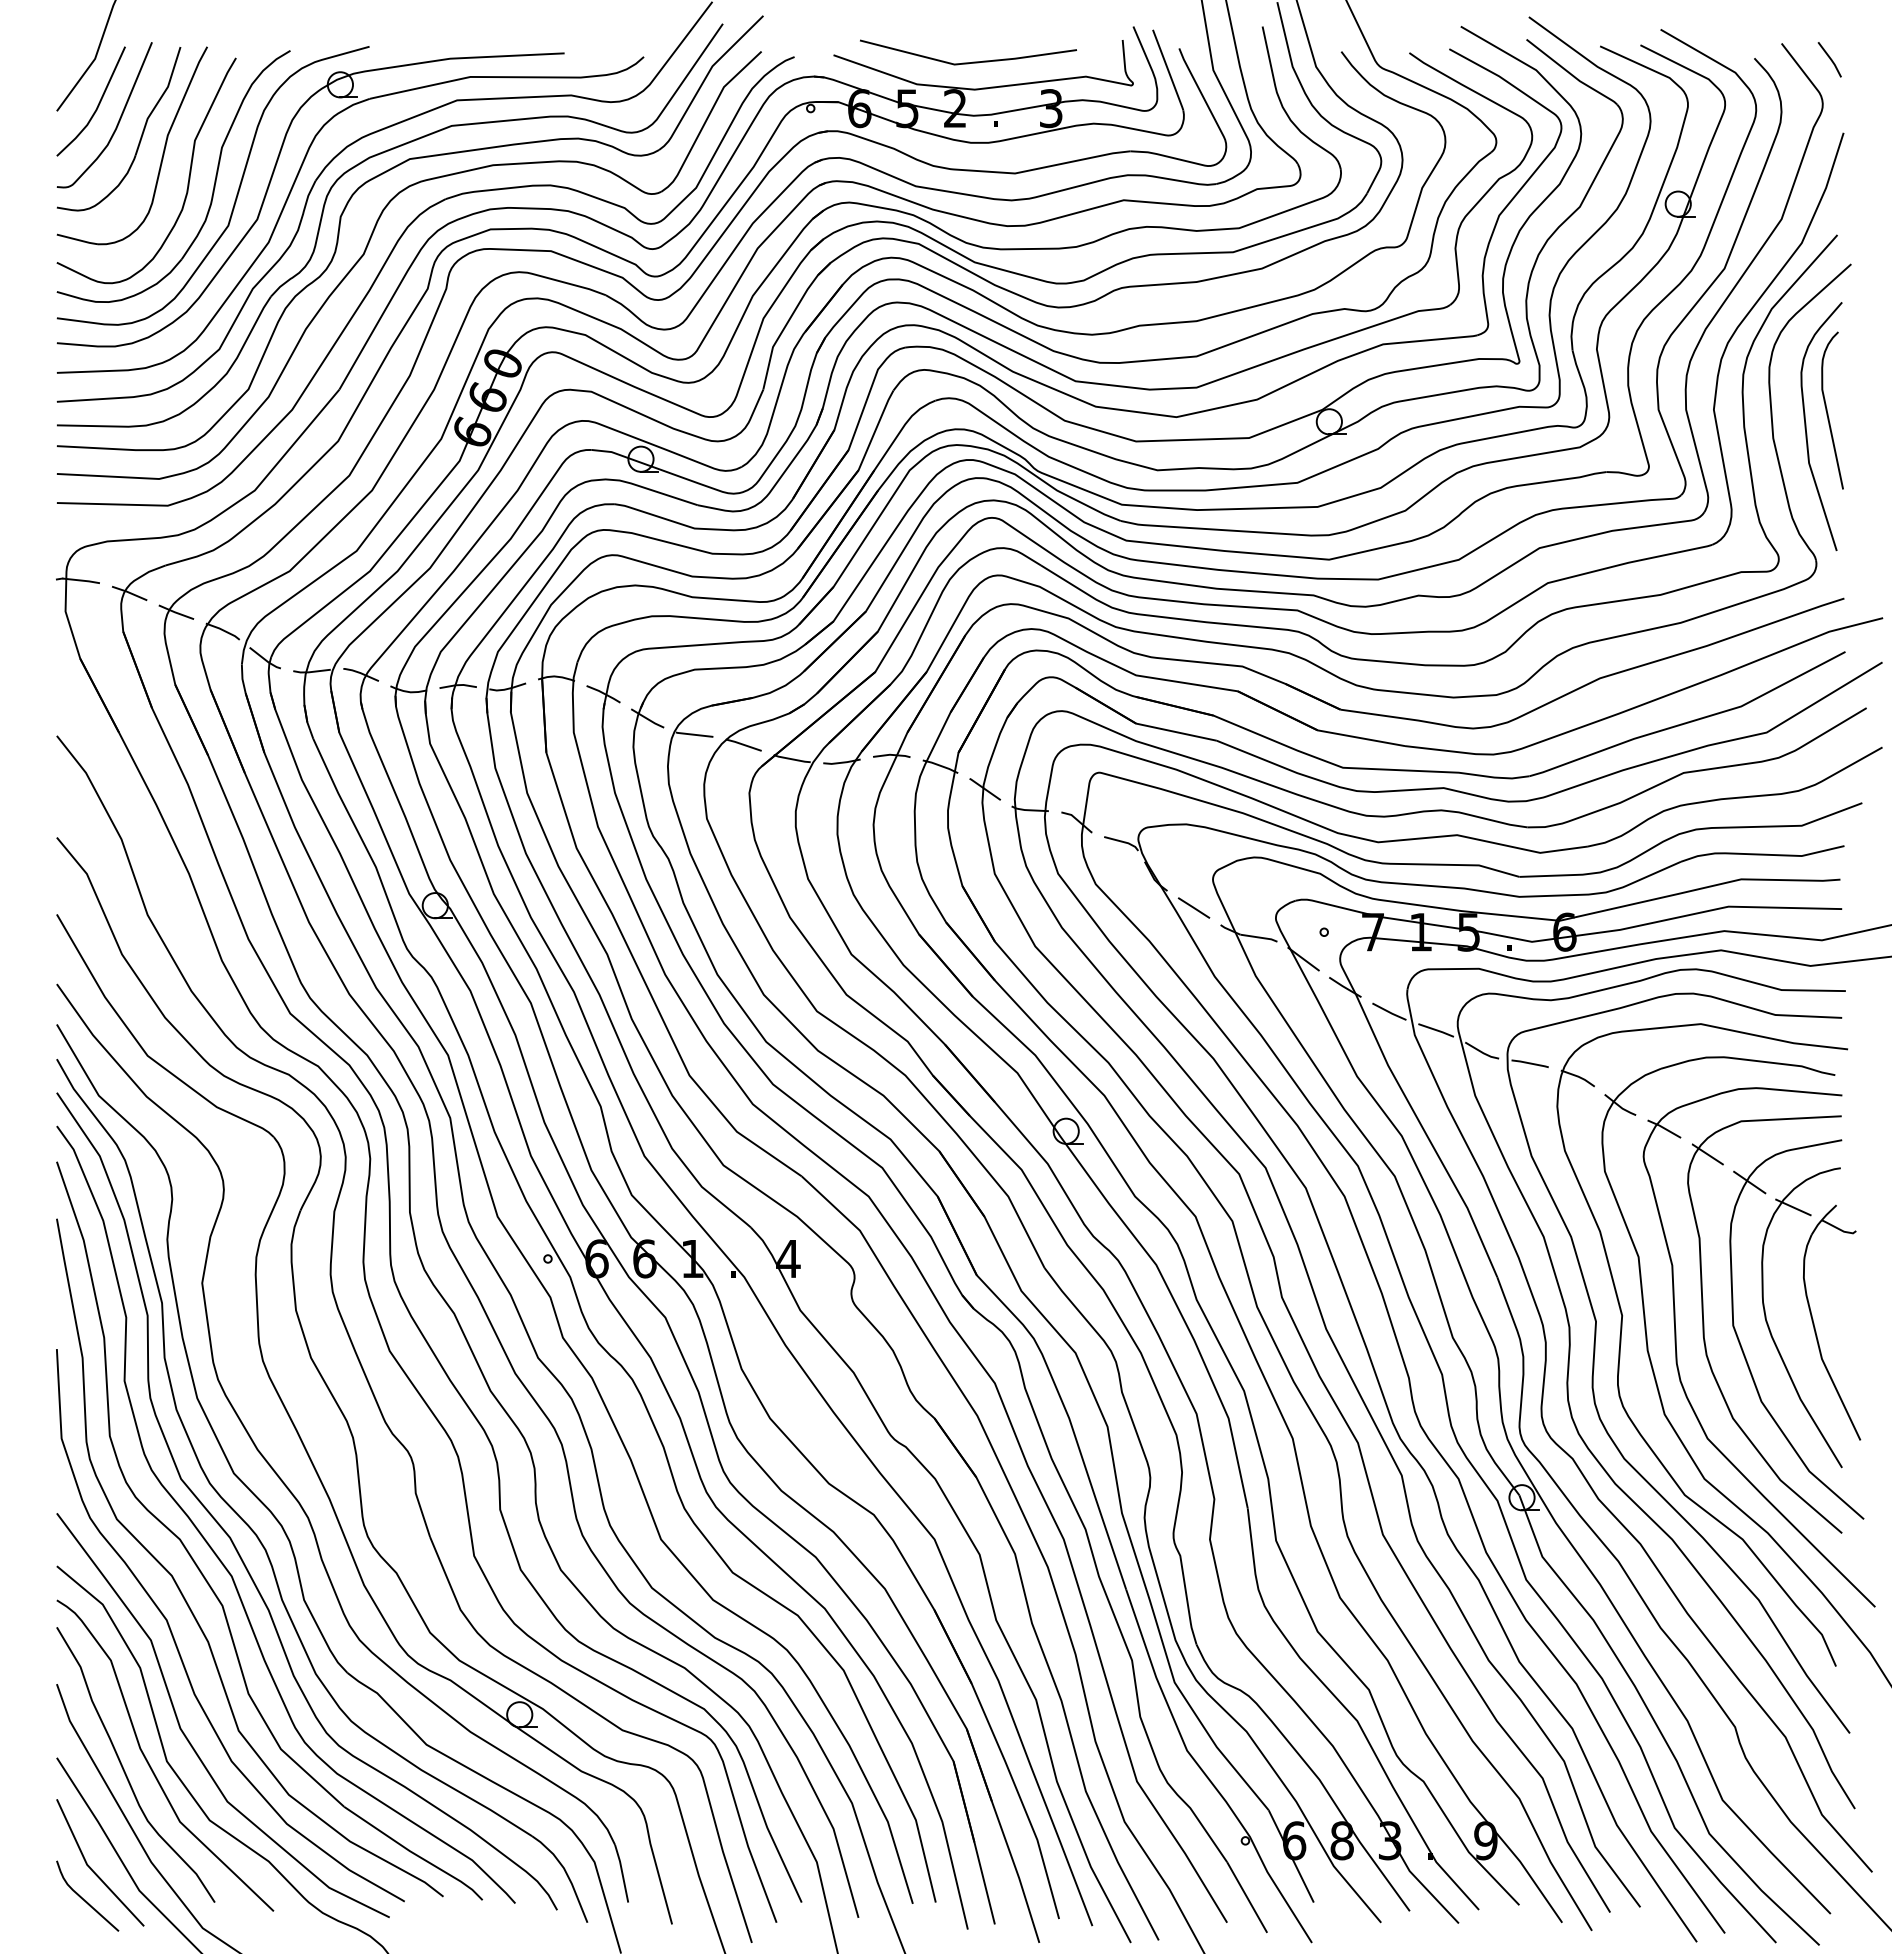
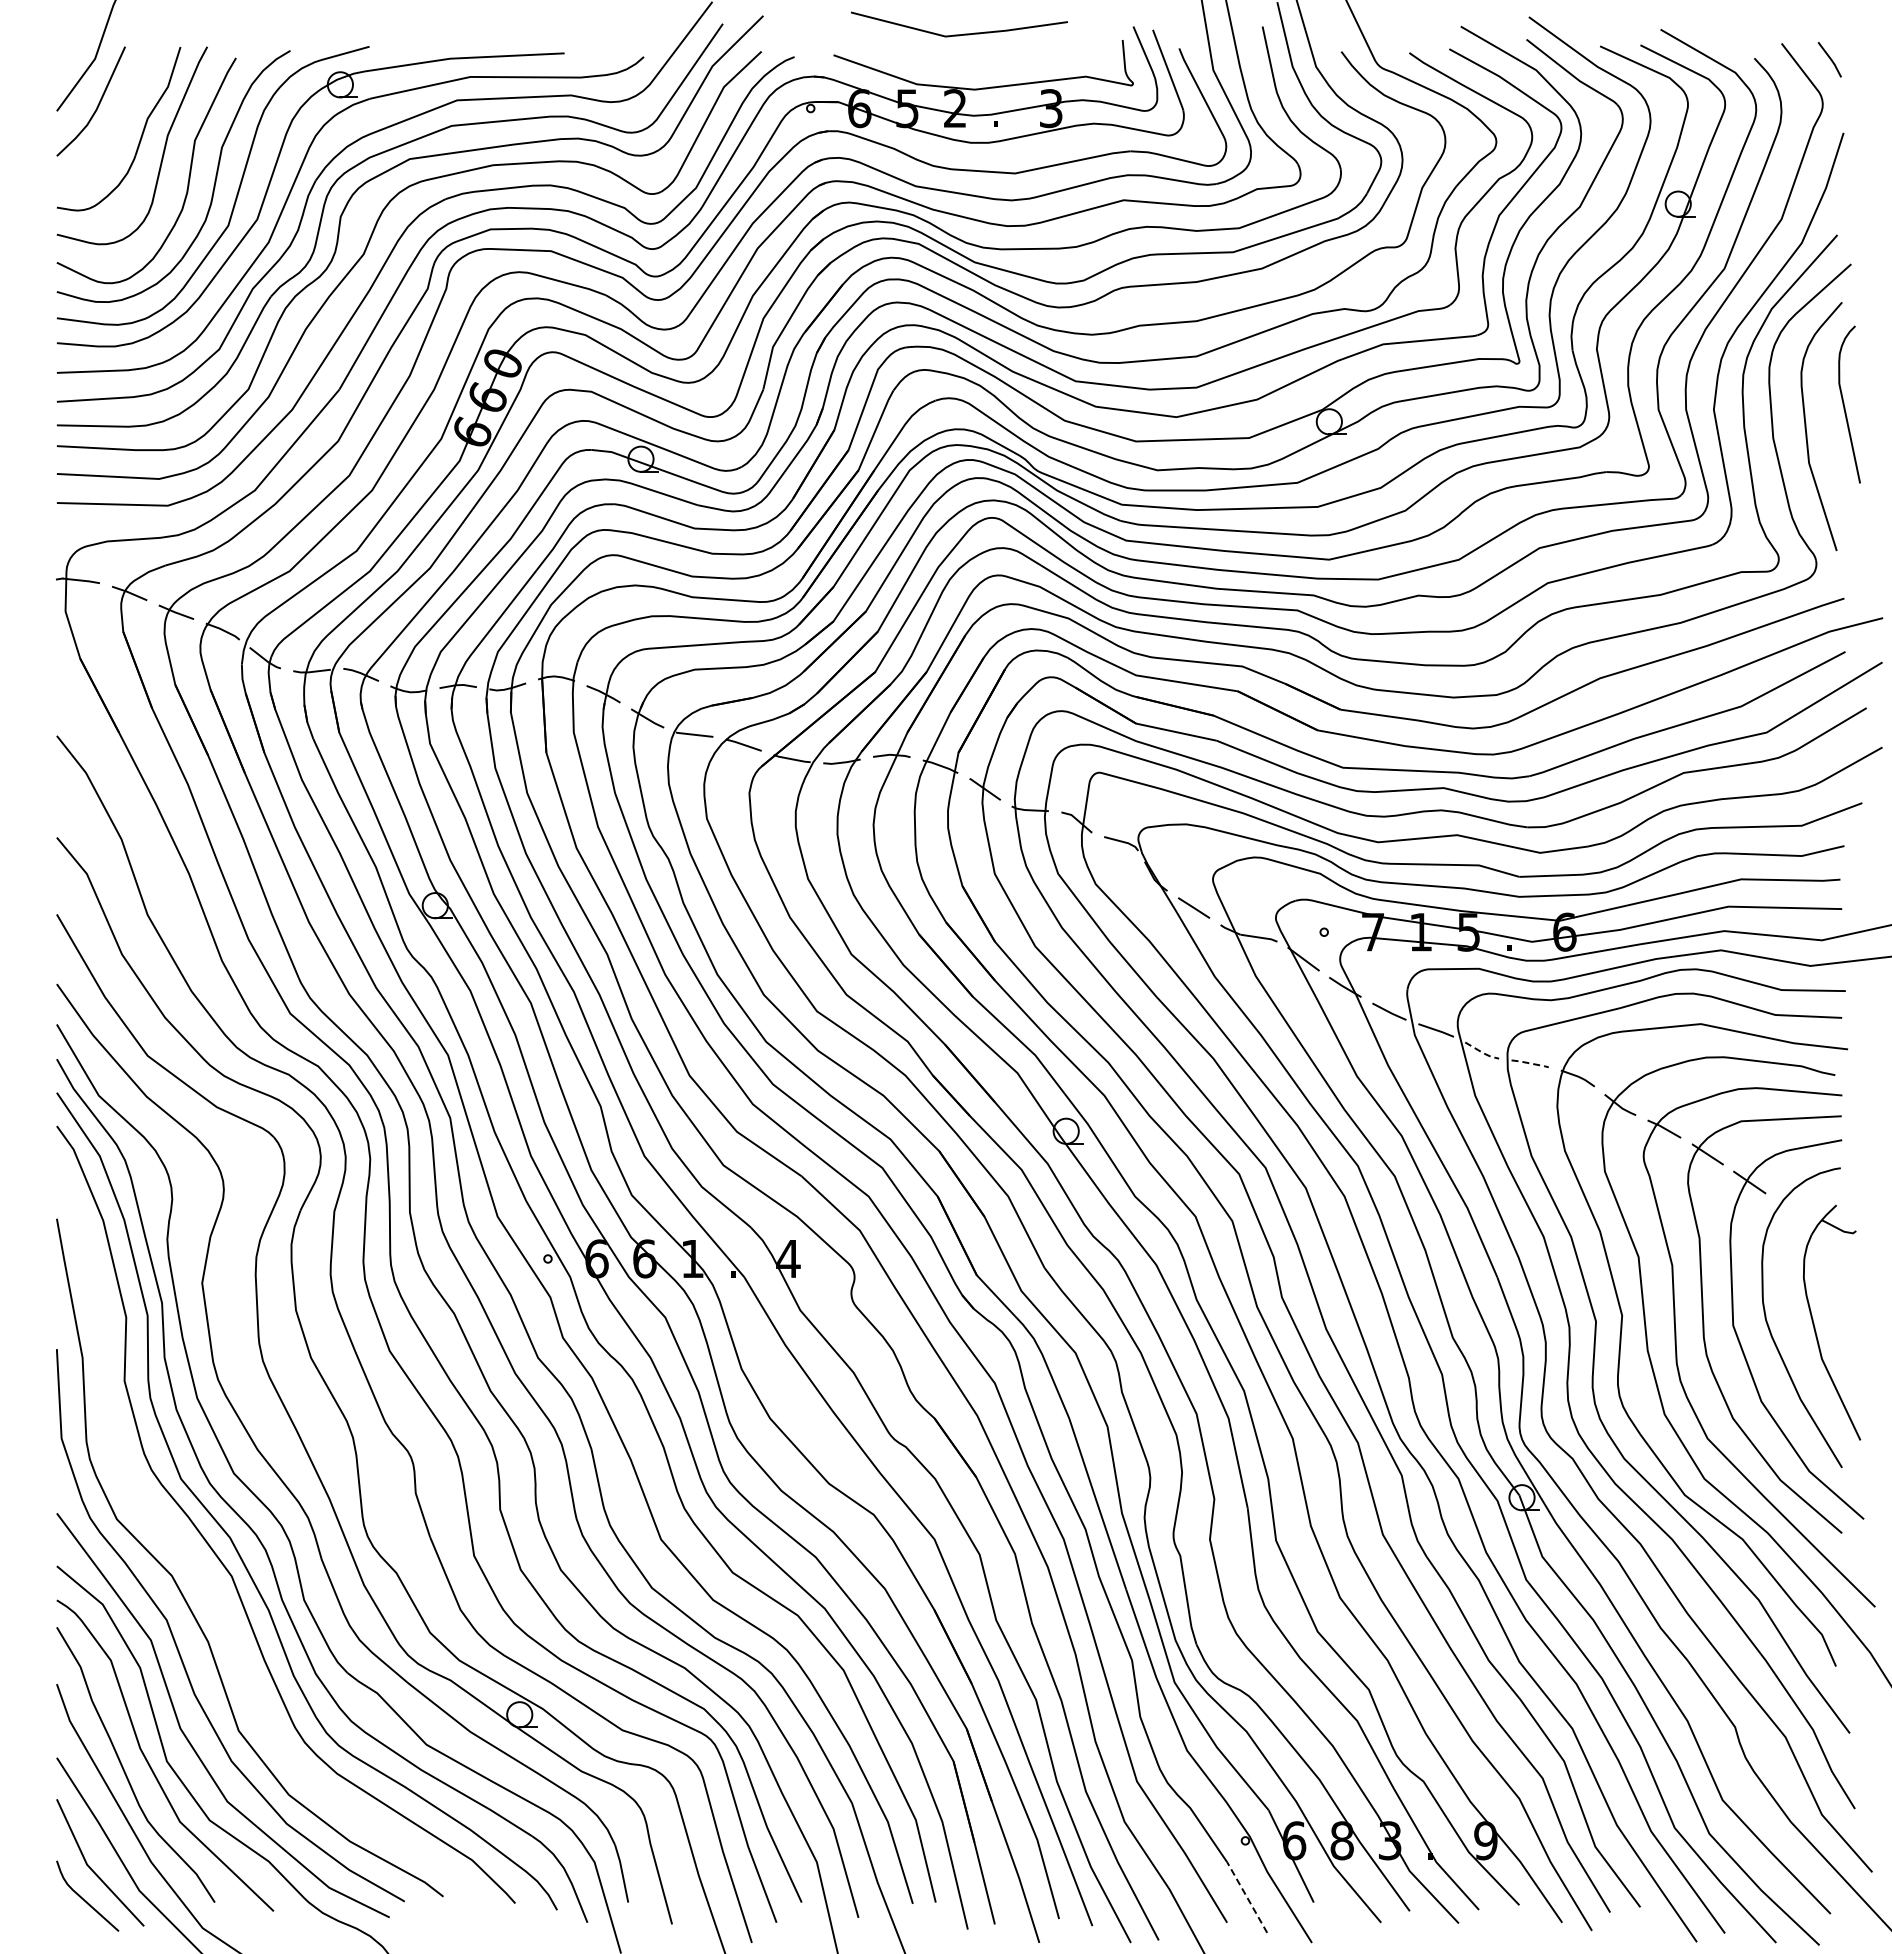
line at (972, 61) position: (972, 61) -> (963, 33)
curve at (117, 122): present -> none
curve at (1827, 410) position: (1827, 410) -> (1844, 404)
line at (1482, 1052): solid -> dashed
line at (1530, 1063): solid -> dashed
line at (1793, 1207): present -> none
part at (204, 1575): present -> none
line at (1247, 1897): solid -> dashed
